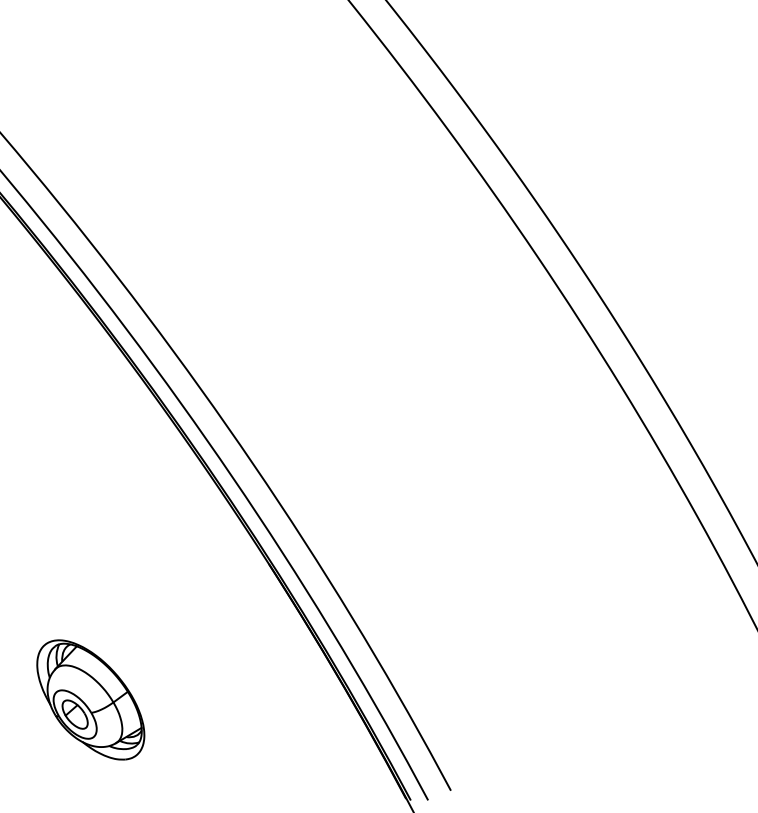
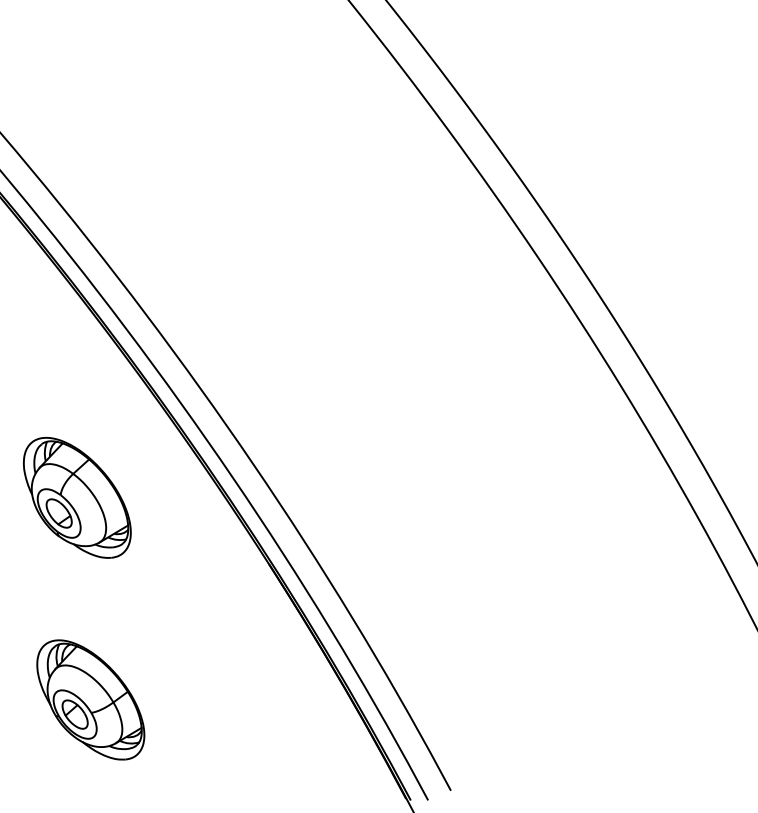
part at (77, 497): none -> present
